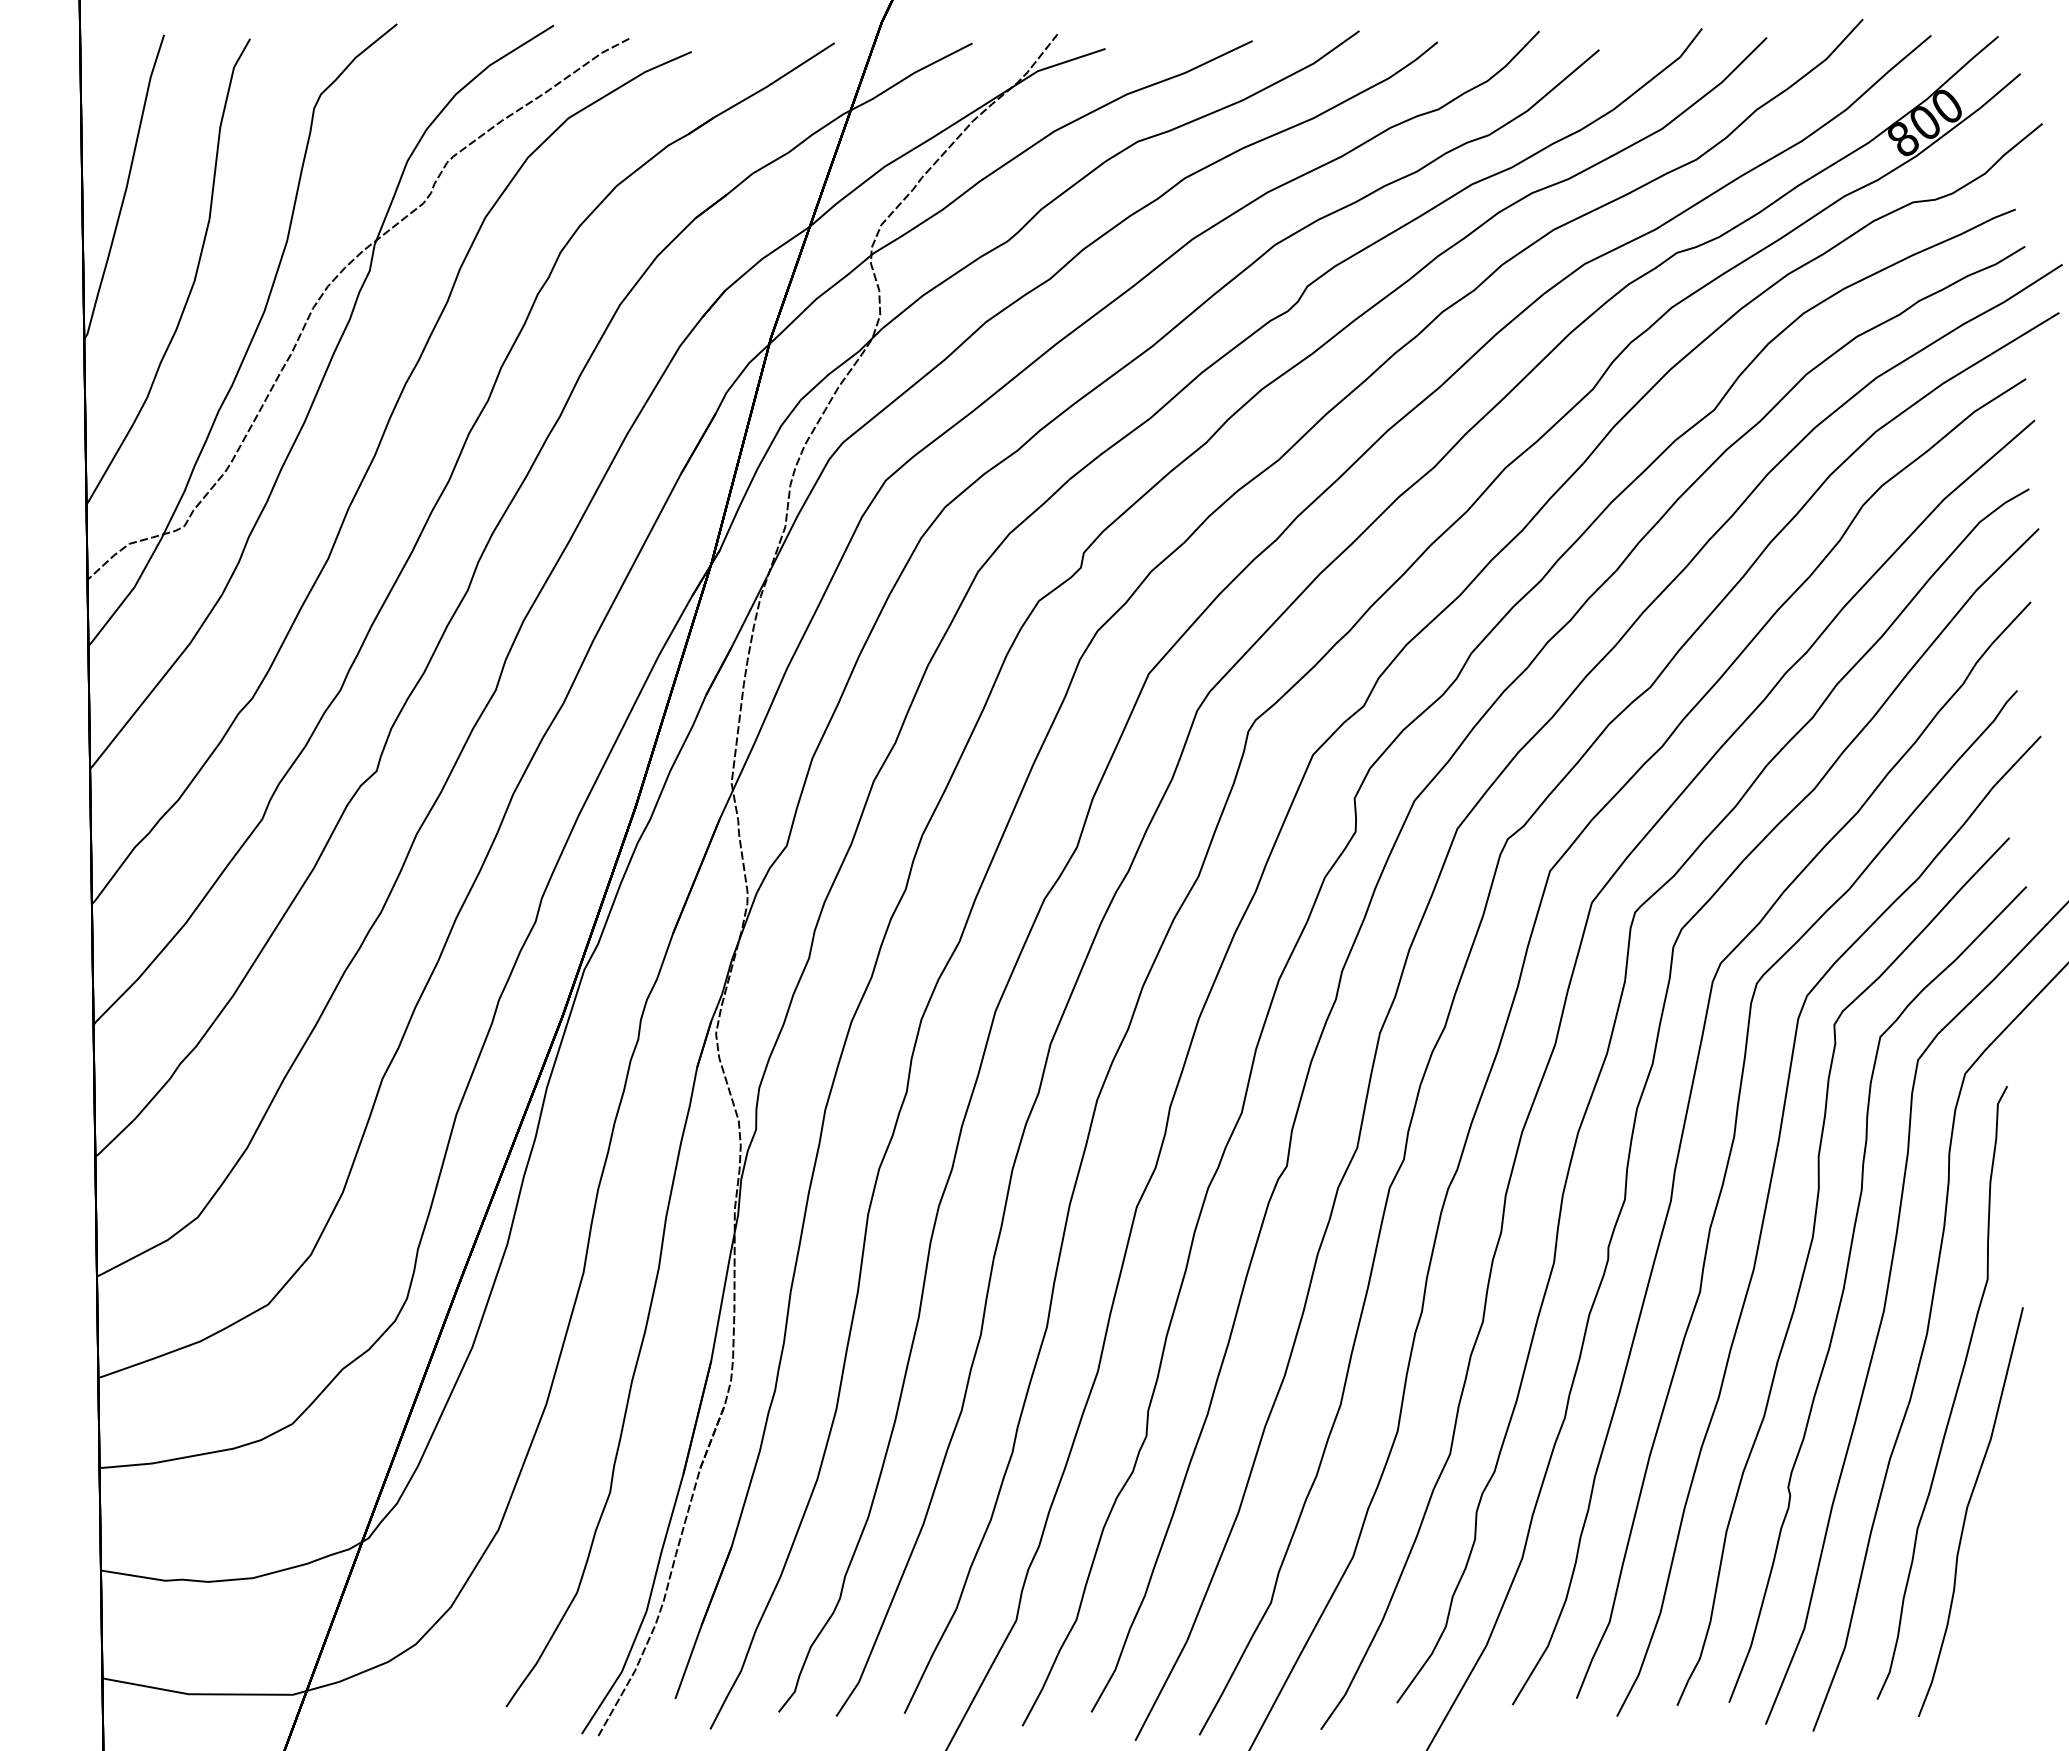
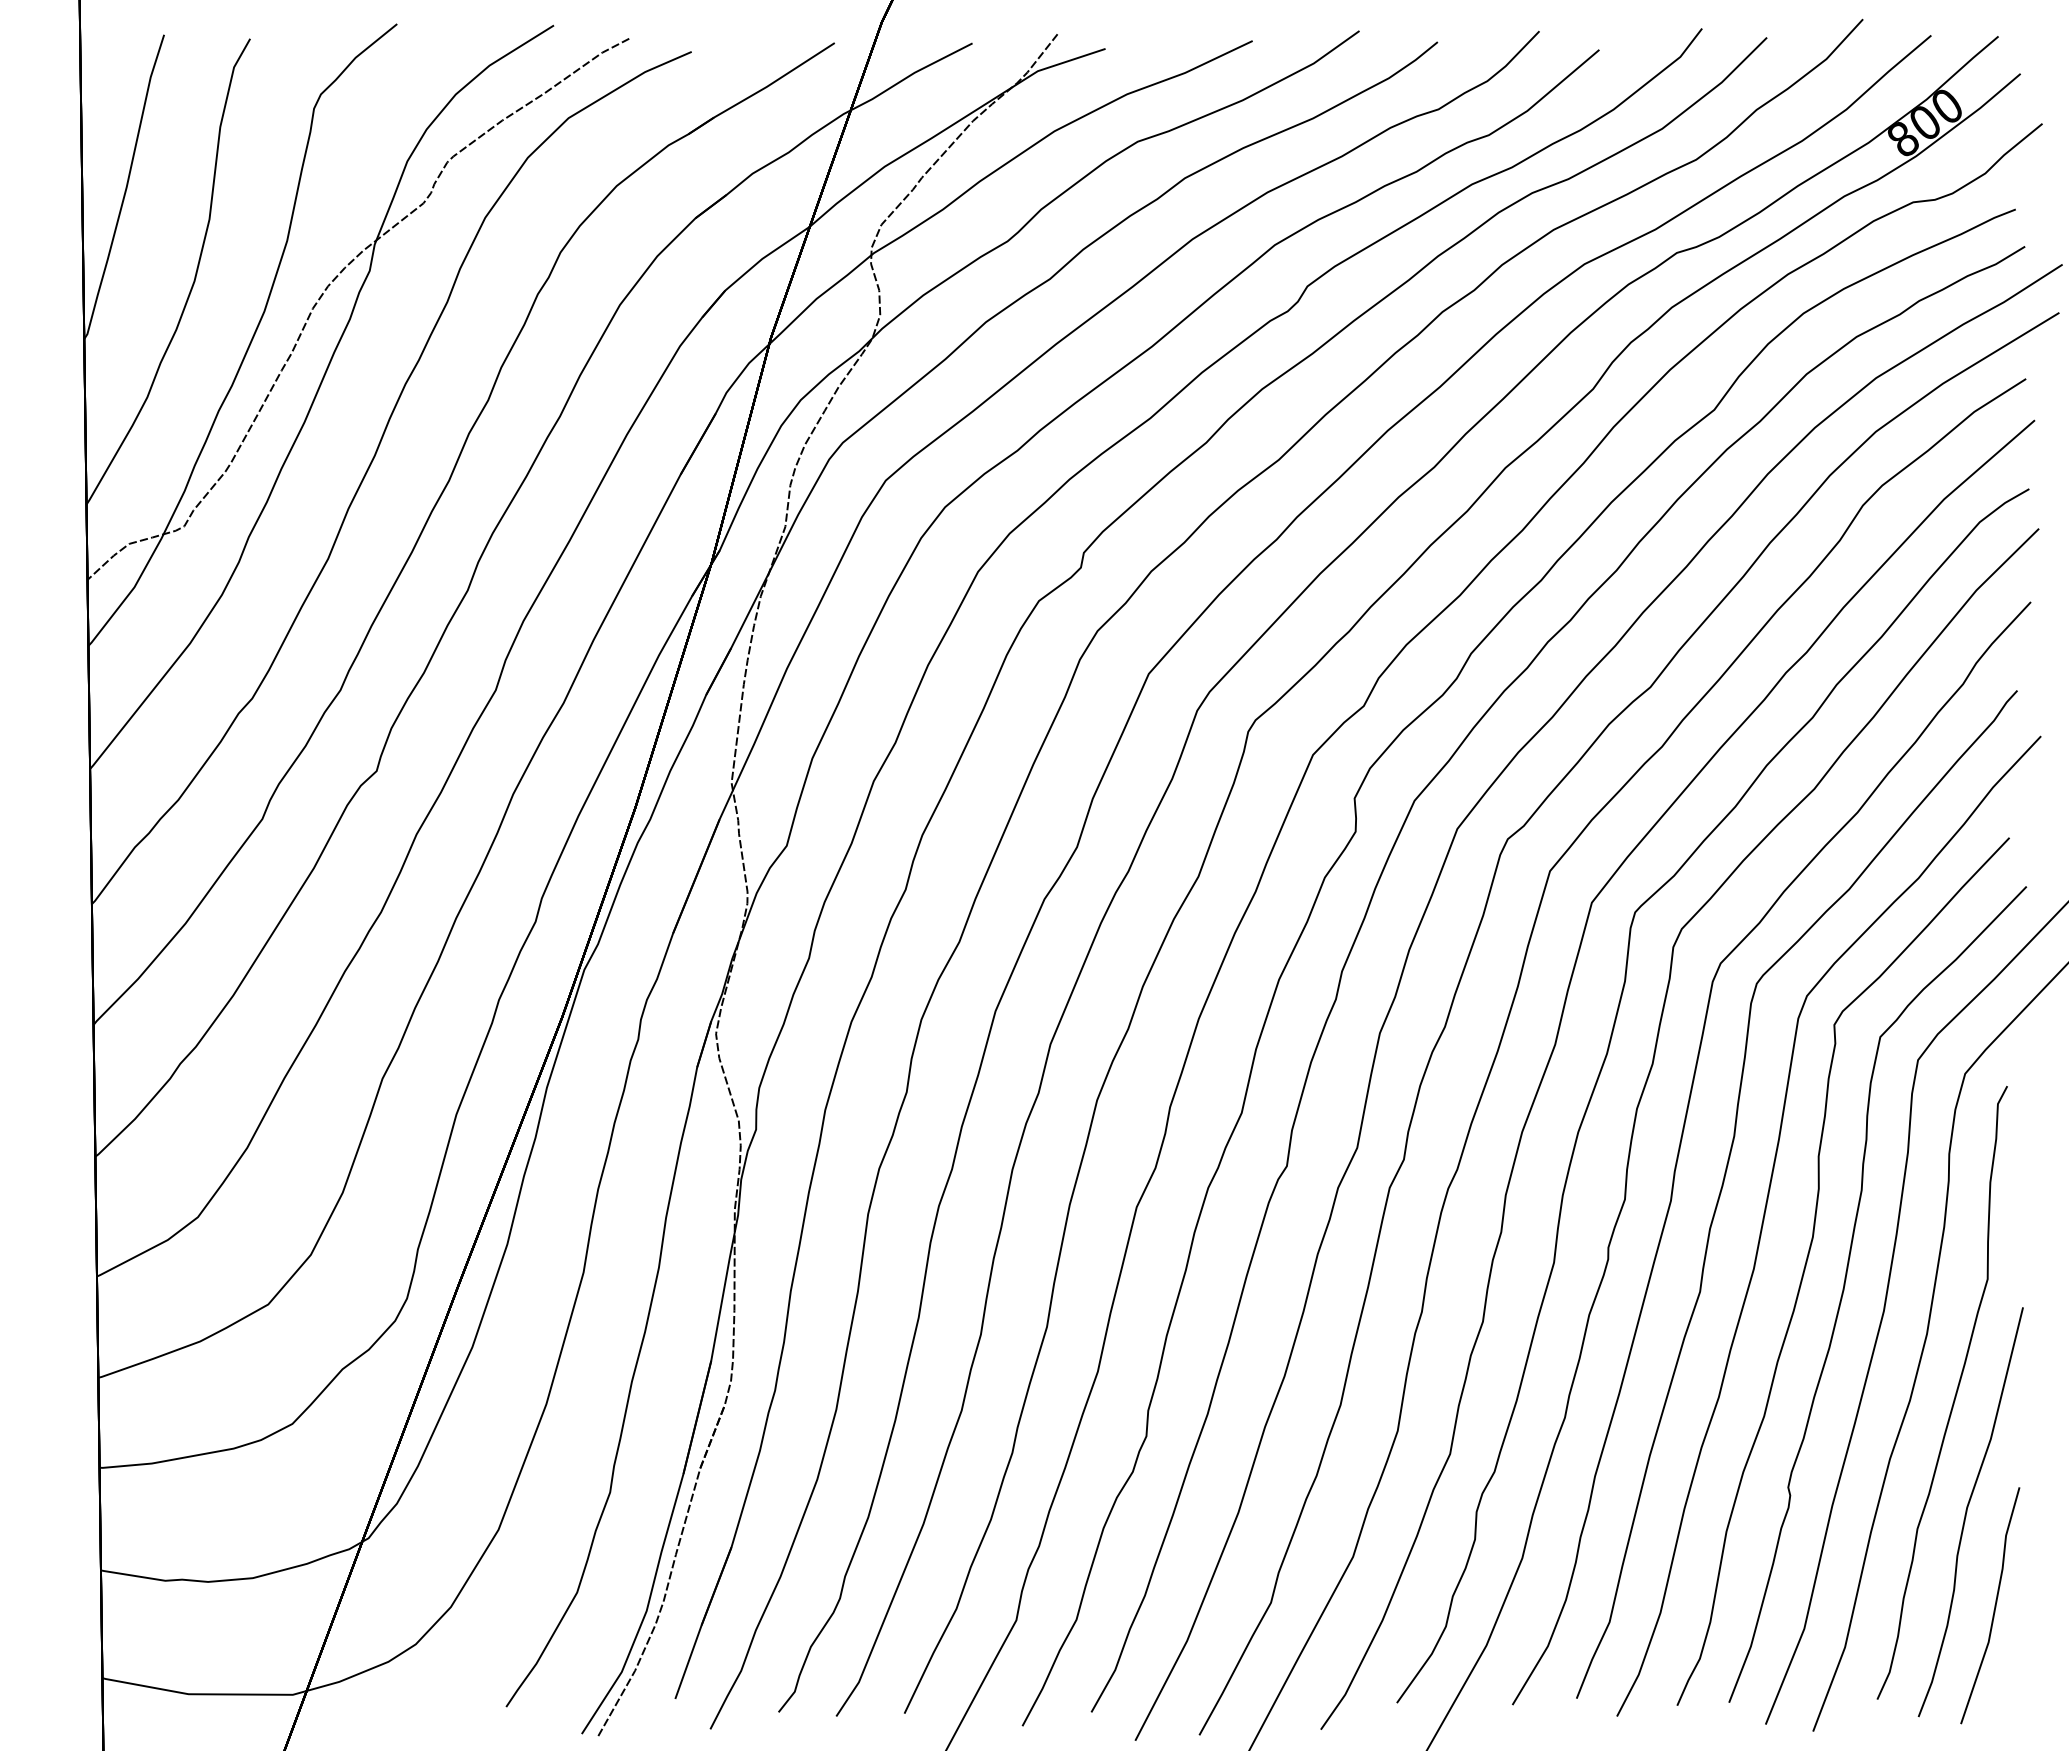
line at (1994, 1605): none -> present
